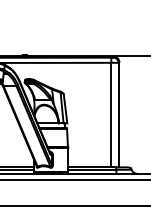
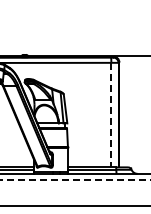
line at (111, 115): solid -> dashed
line at (75, 180): solid -> dashed
